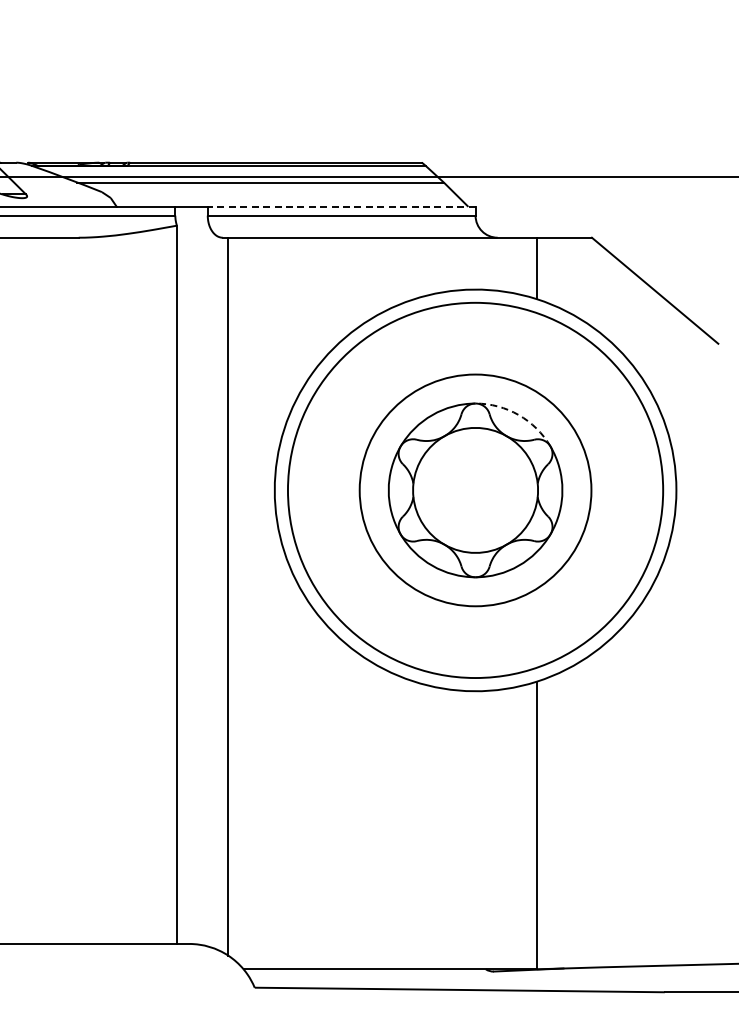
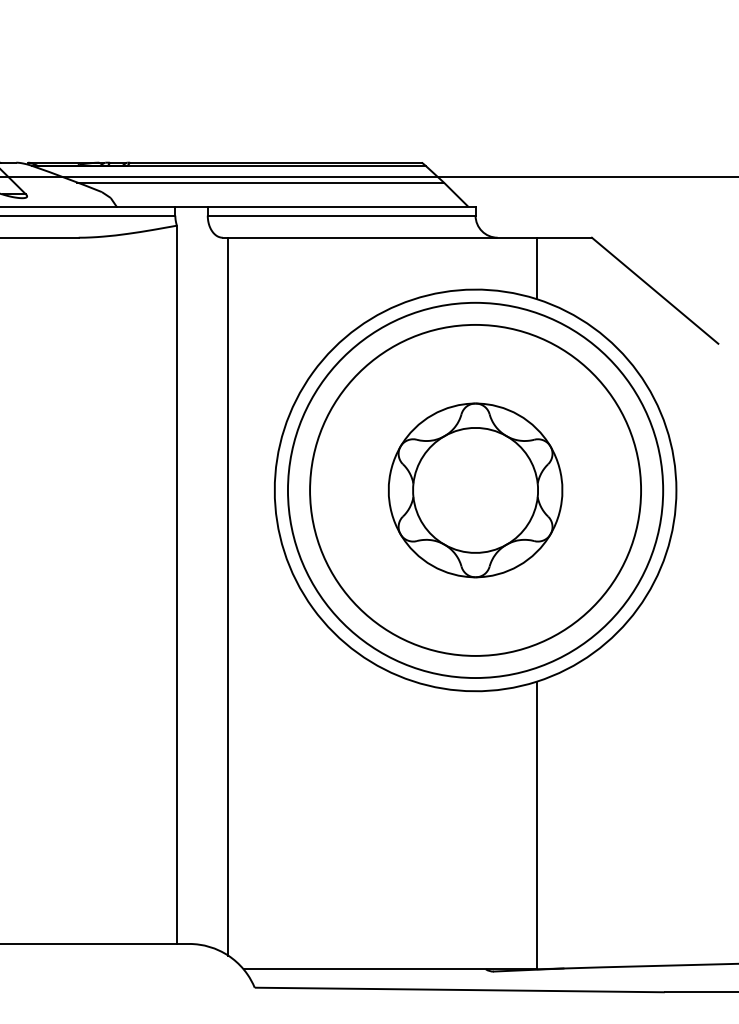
line at (341, 206): dashed -> solid
arc at (518, 415): dashed -> solid
circle at (475, 490) diameter: 232 px -> 331 px
